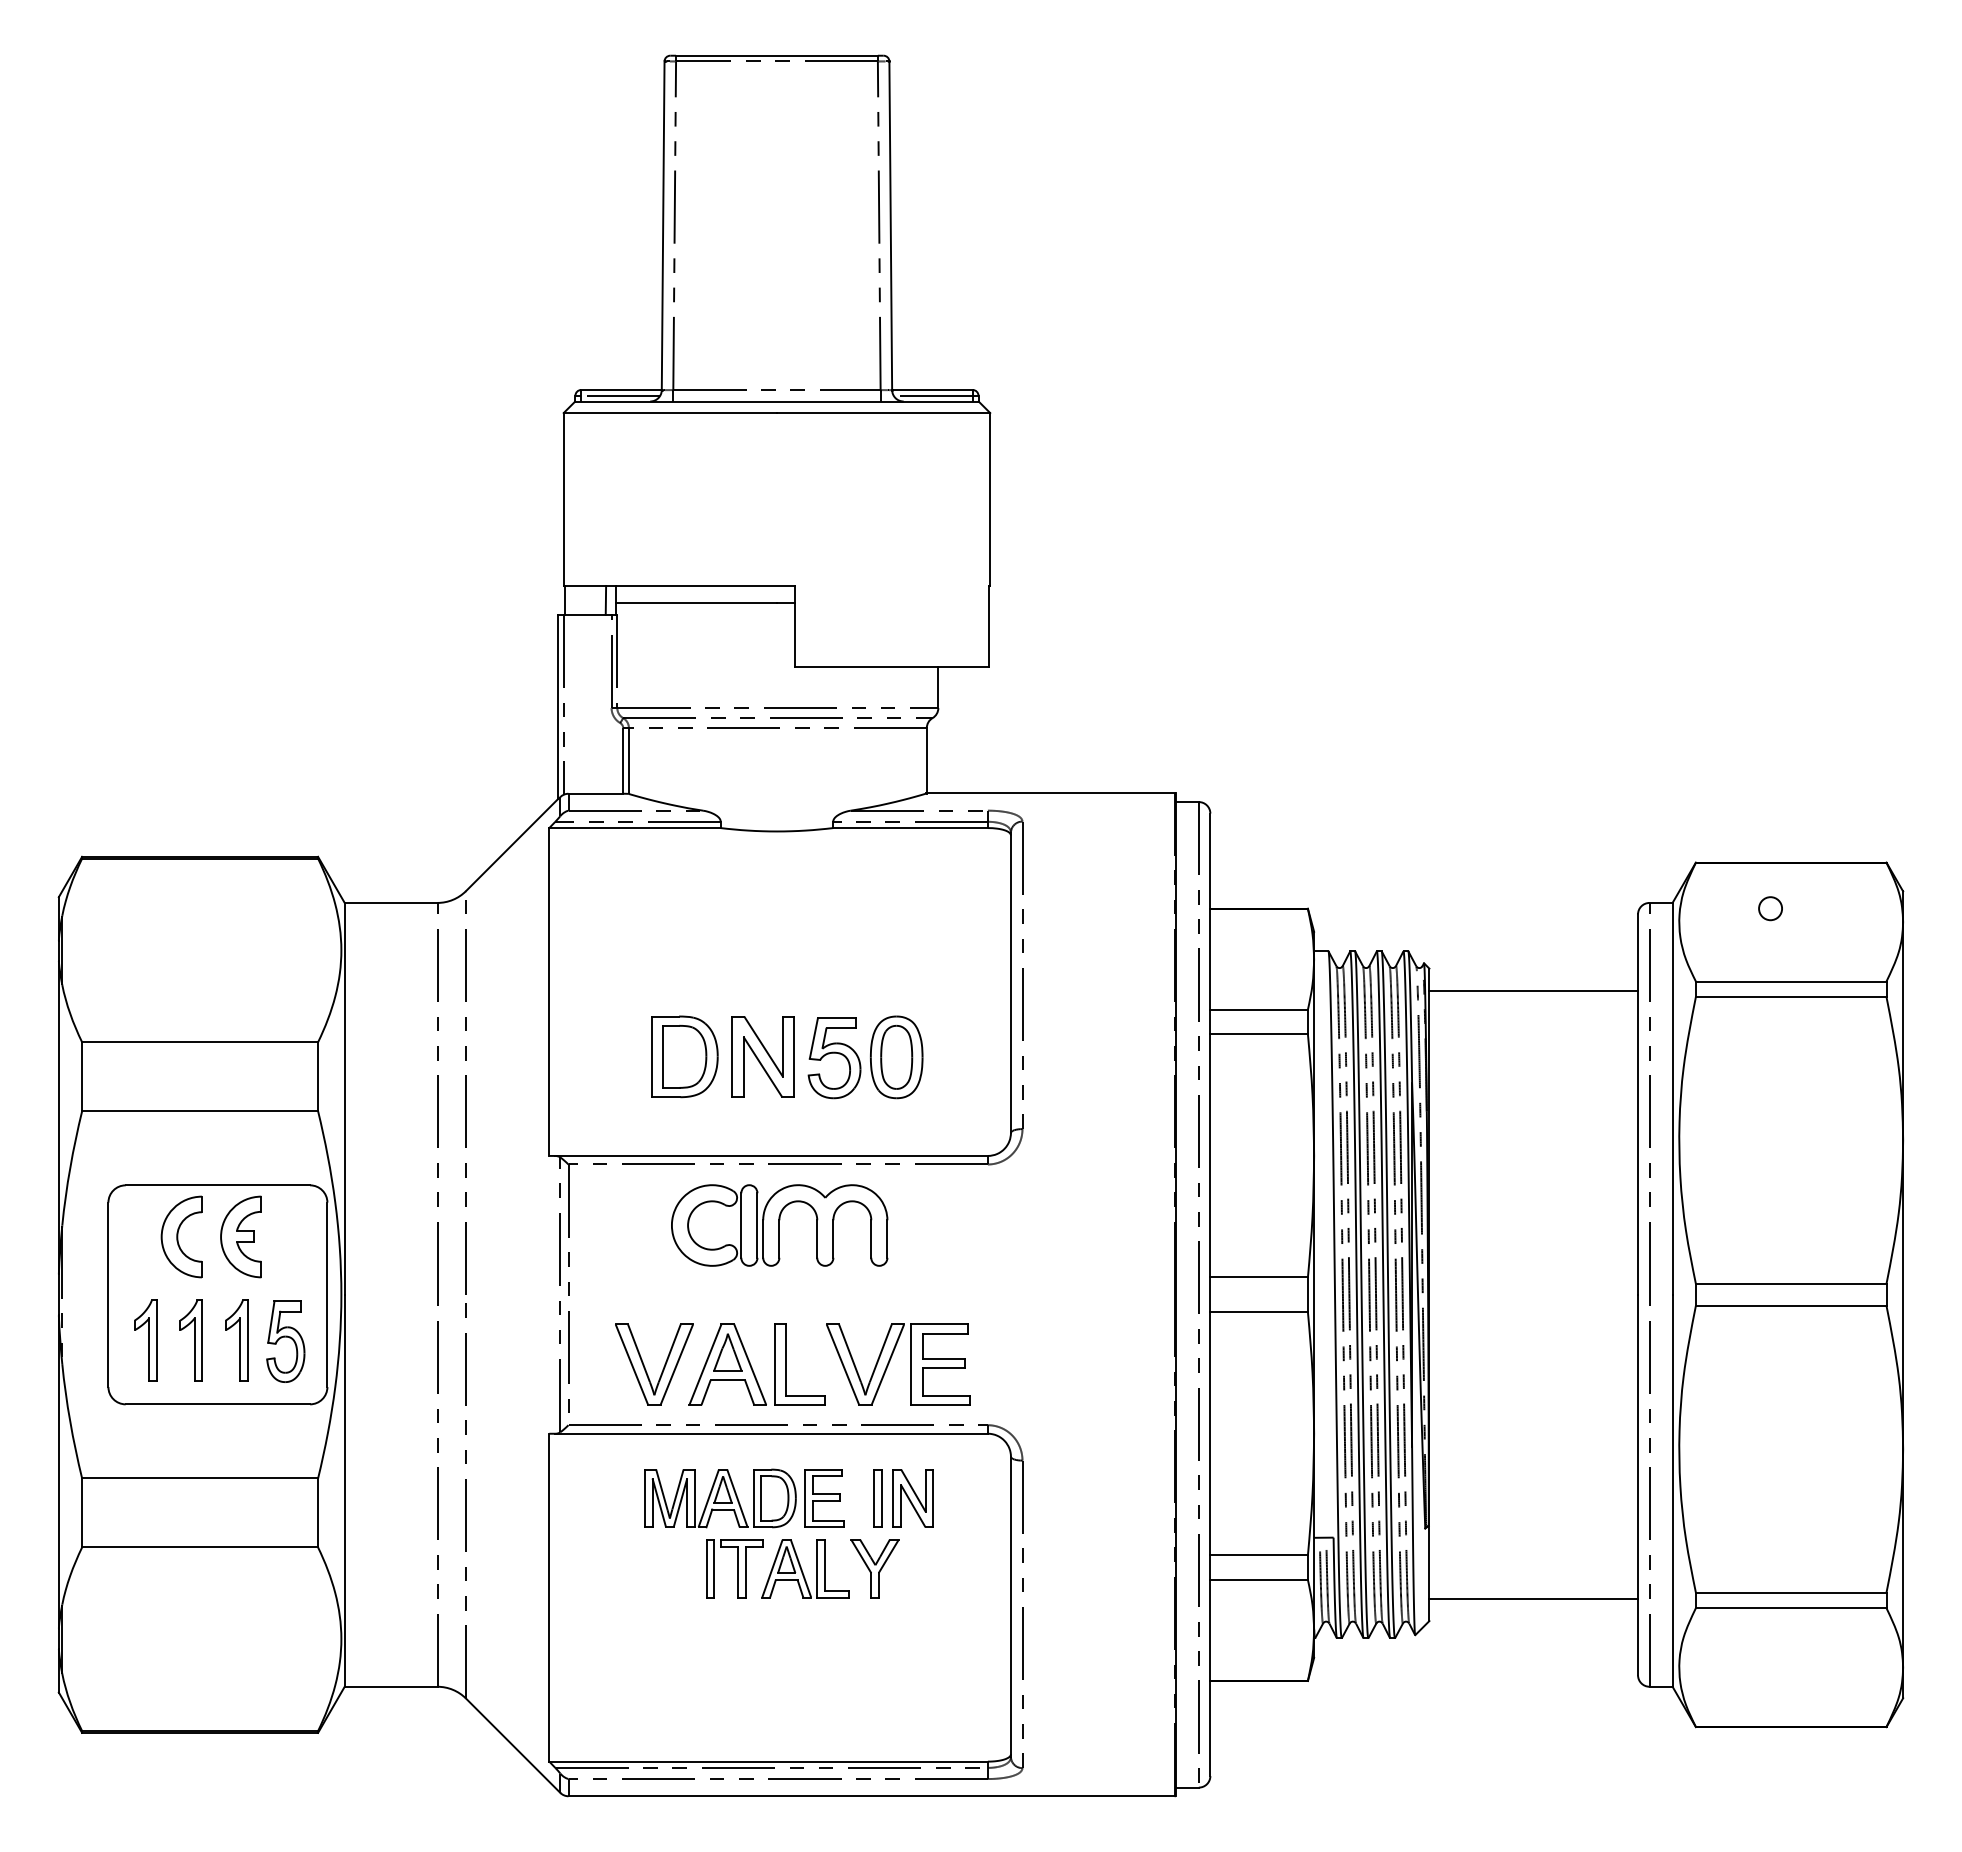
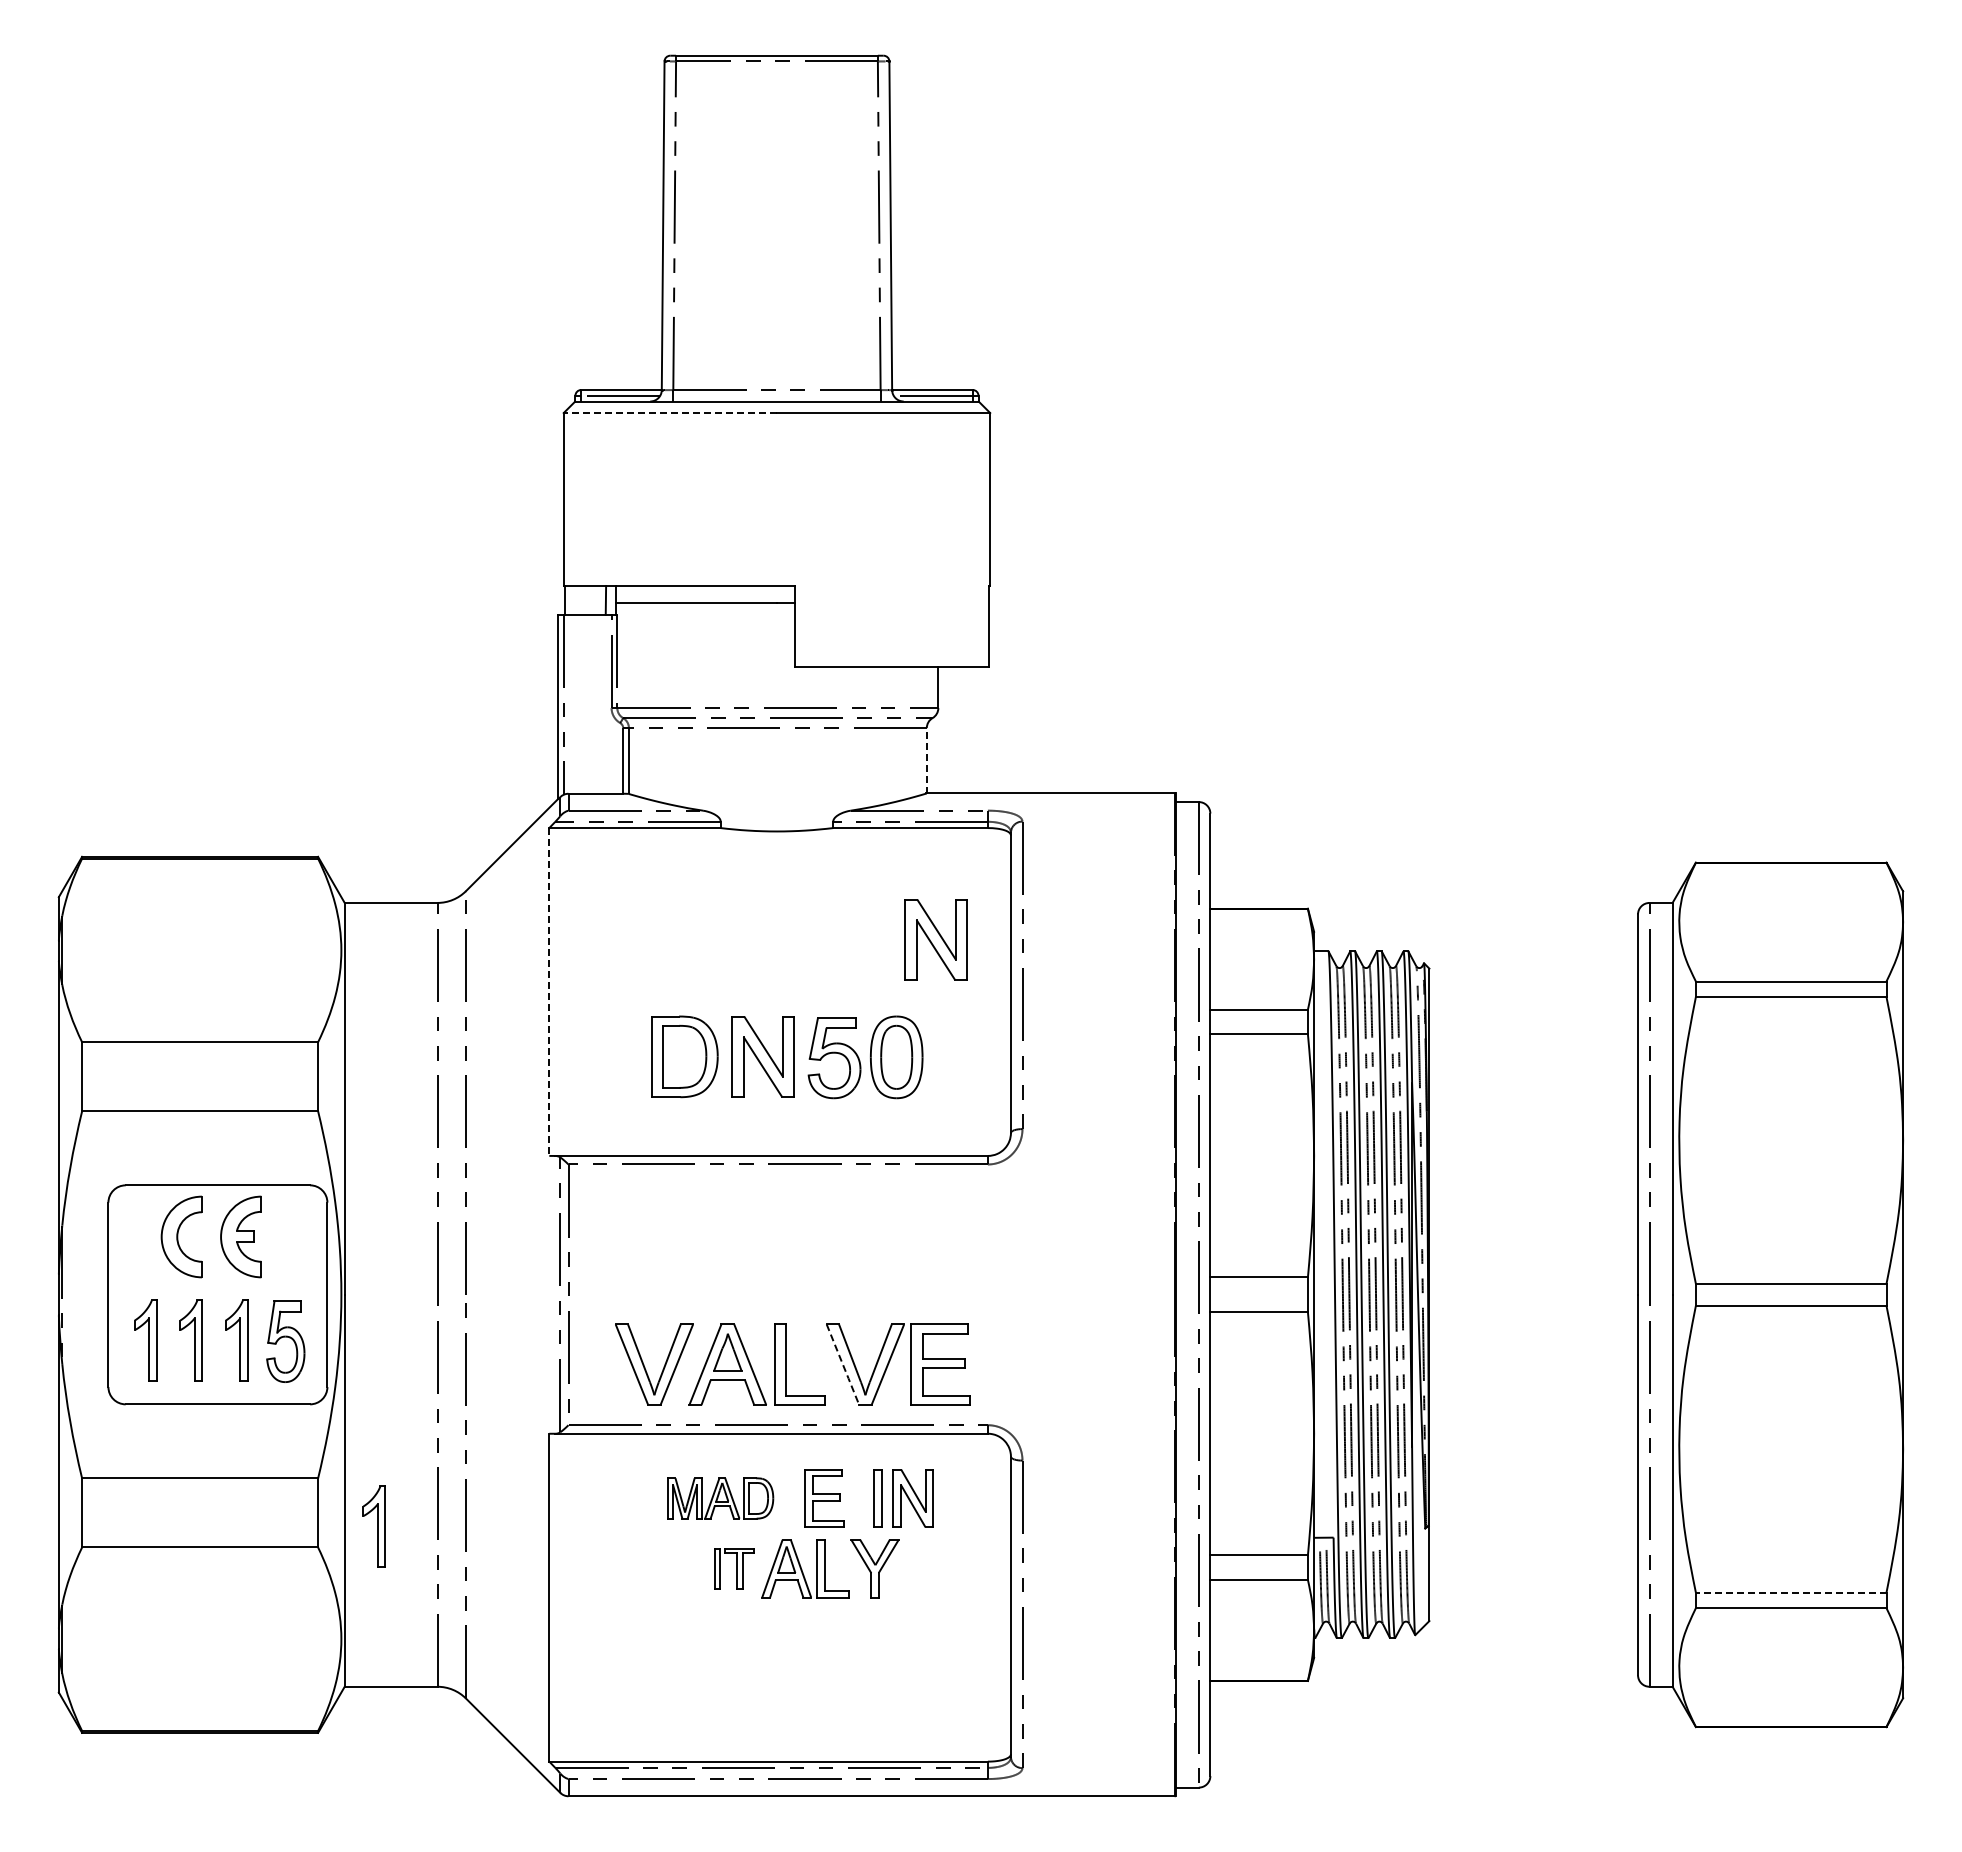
line at (670, 413): solid -> dashed
line at (926, 760): solid -> dashed
circle at (1770, 908): present -> none
part at (935, 939): none -> present
line at (1533, 991): present -> none
line at (549, 992): solid -> dashed
part at (779, 1225): present -> none
line at (843, 1364): solid -> dashed
part at (720, 1498) size: 153x61 px -> 108x43 px
part at (373, 1526): none -> present
part at (734, 1568) size: 58x60 px -> 41x42 px
line at (1790, 1592): solid -> dashed
line at (1533, 1598): present -> none
